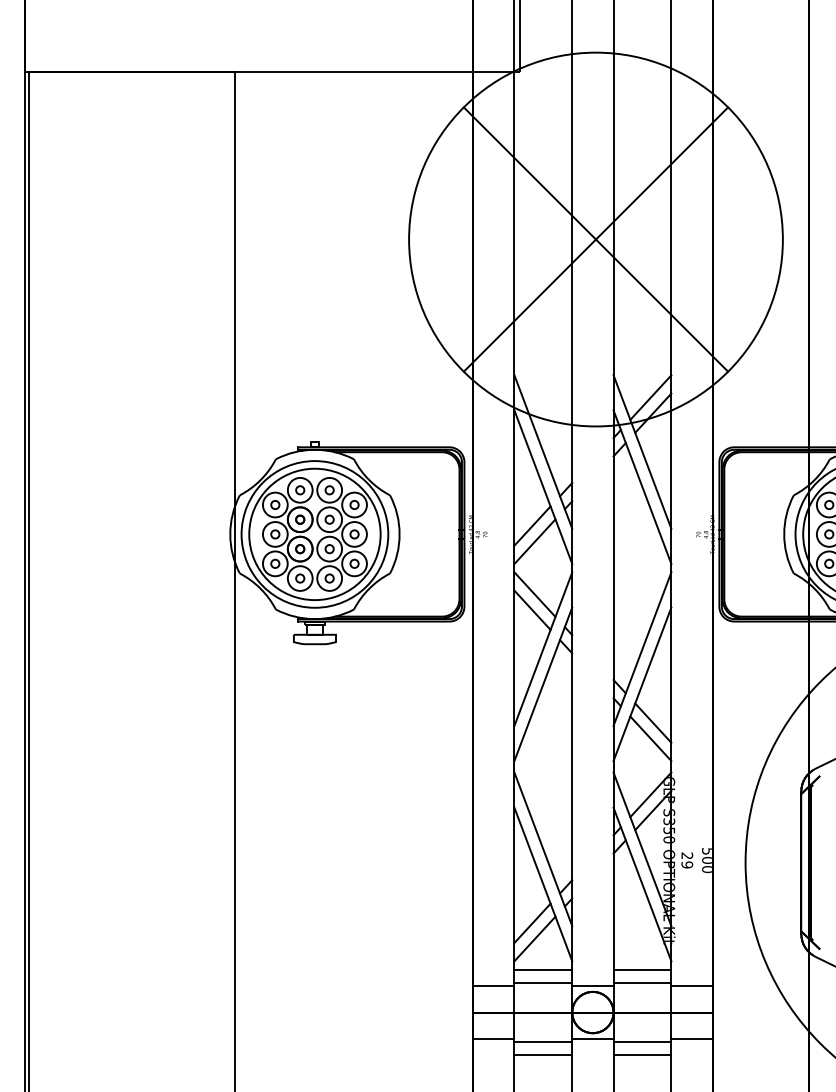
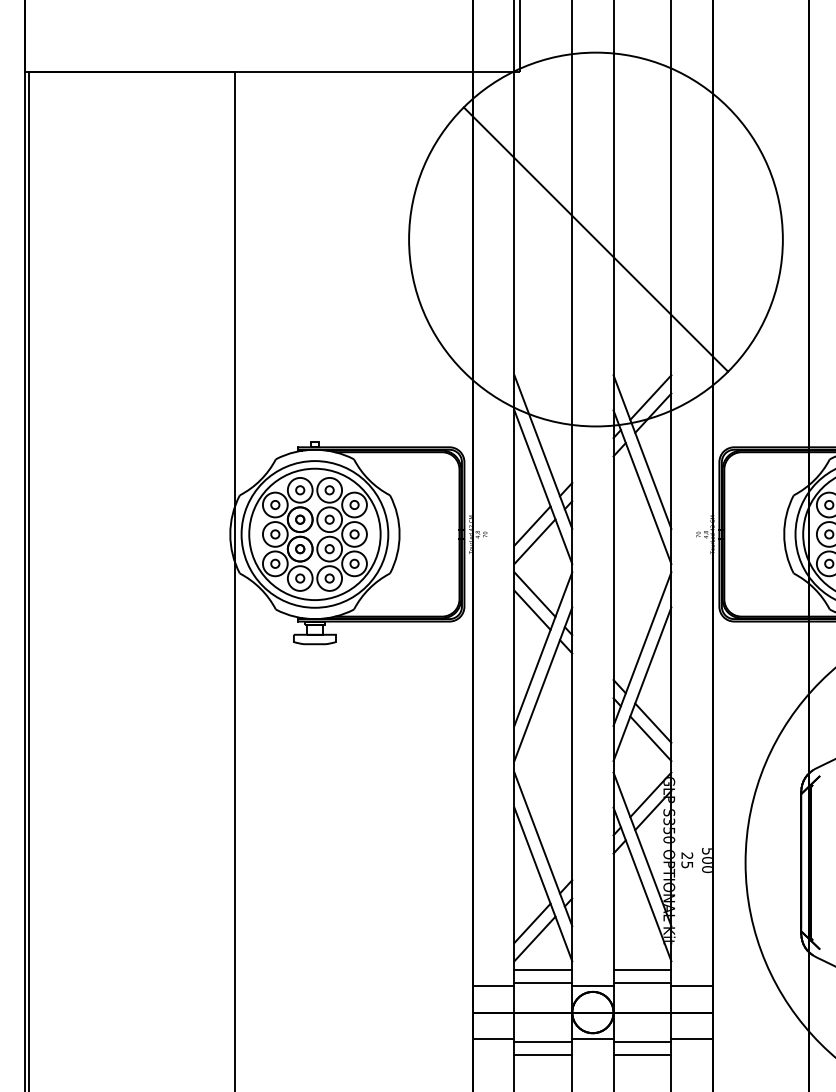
line at (595, 239): present -> none
text at (687, 864): 29 -> 25
